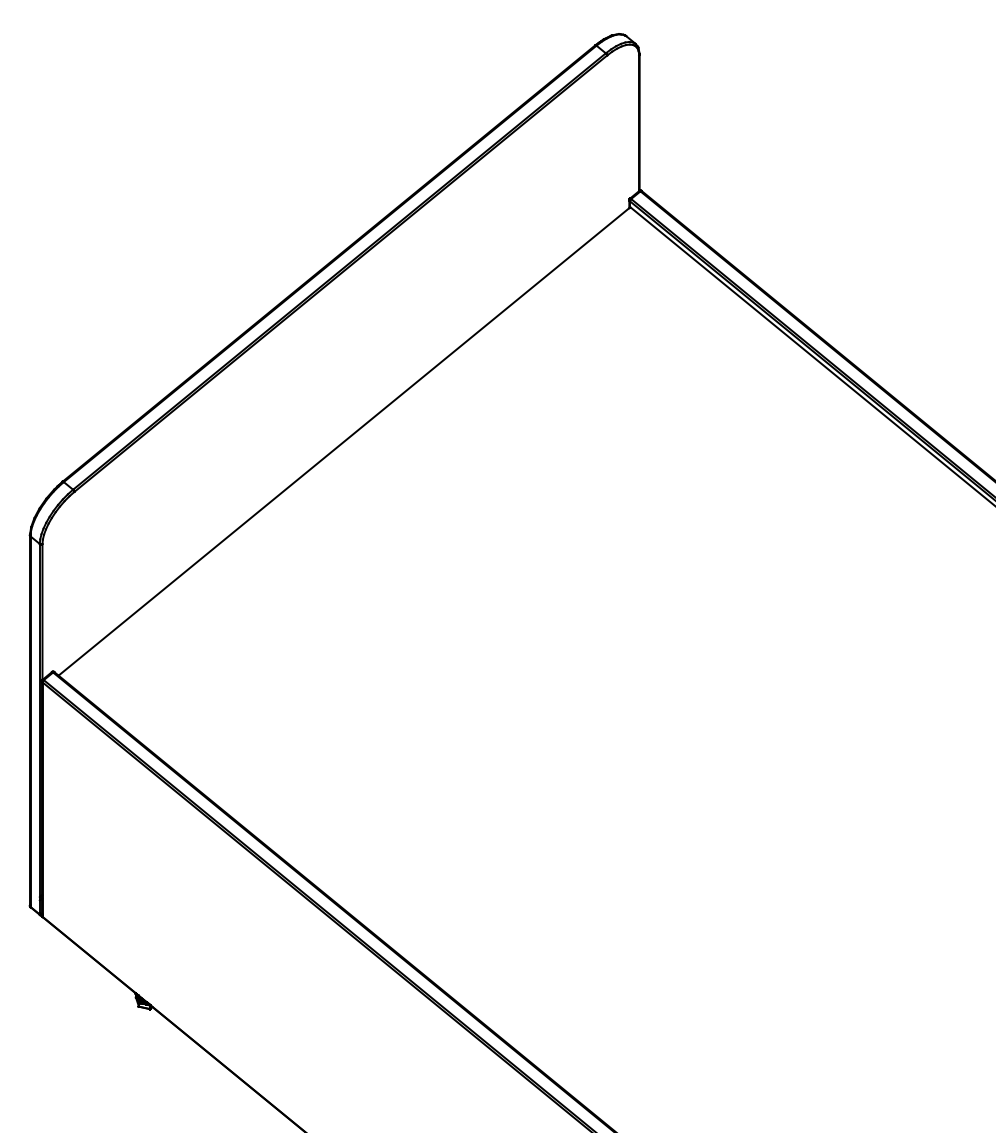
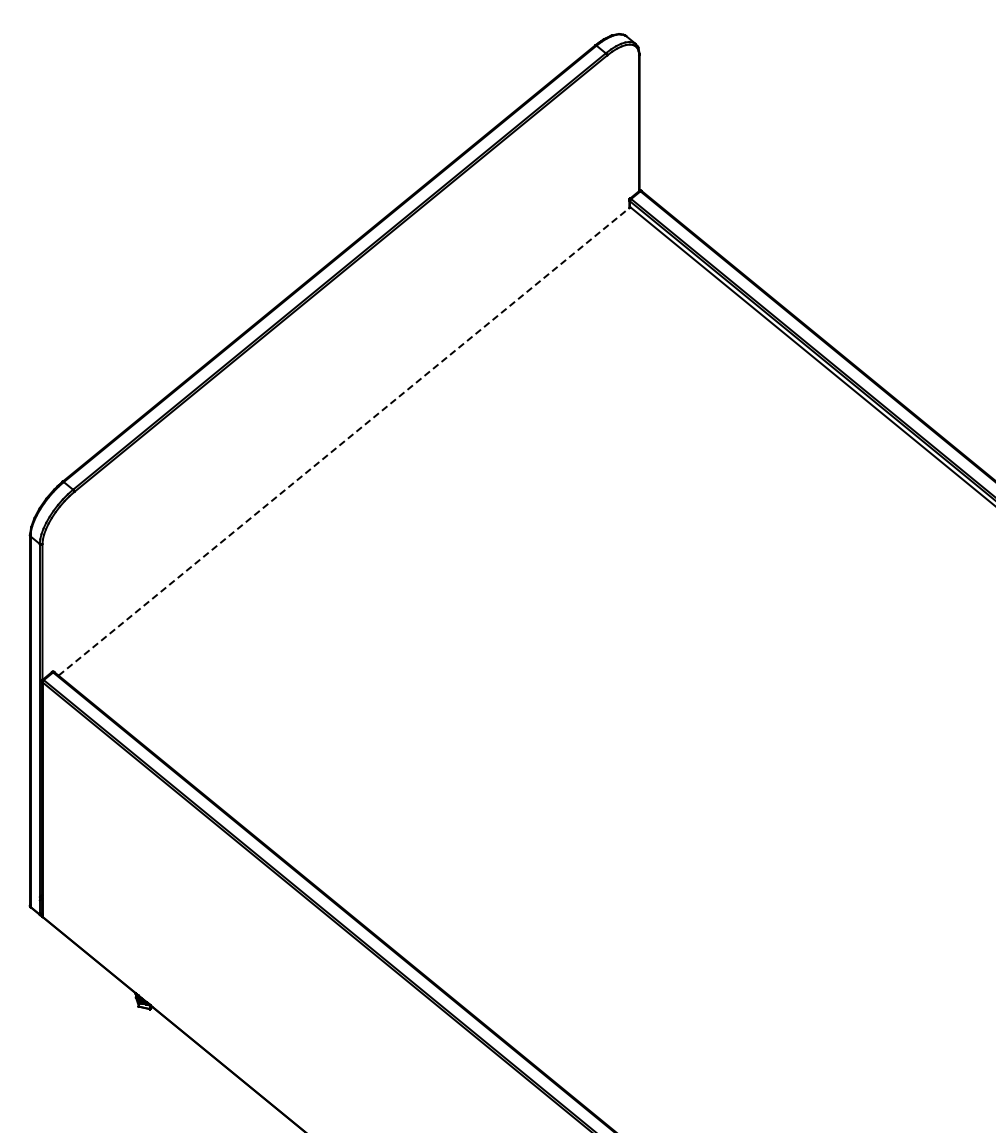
line at (343, 441): solid -> dashed
